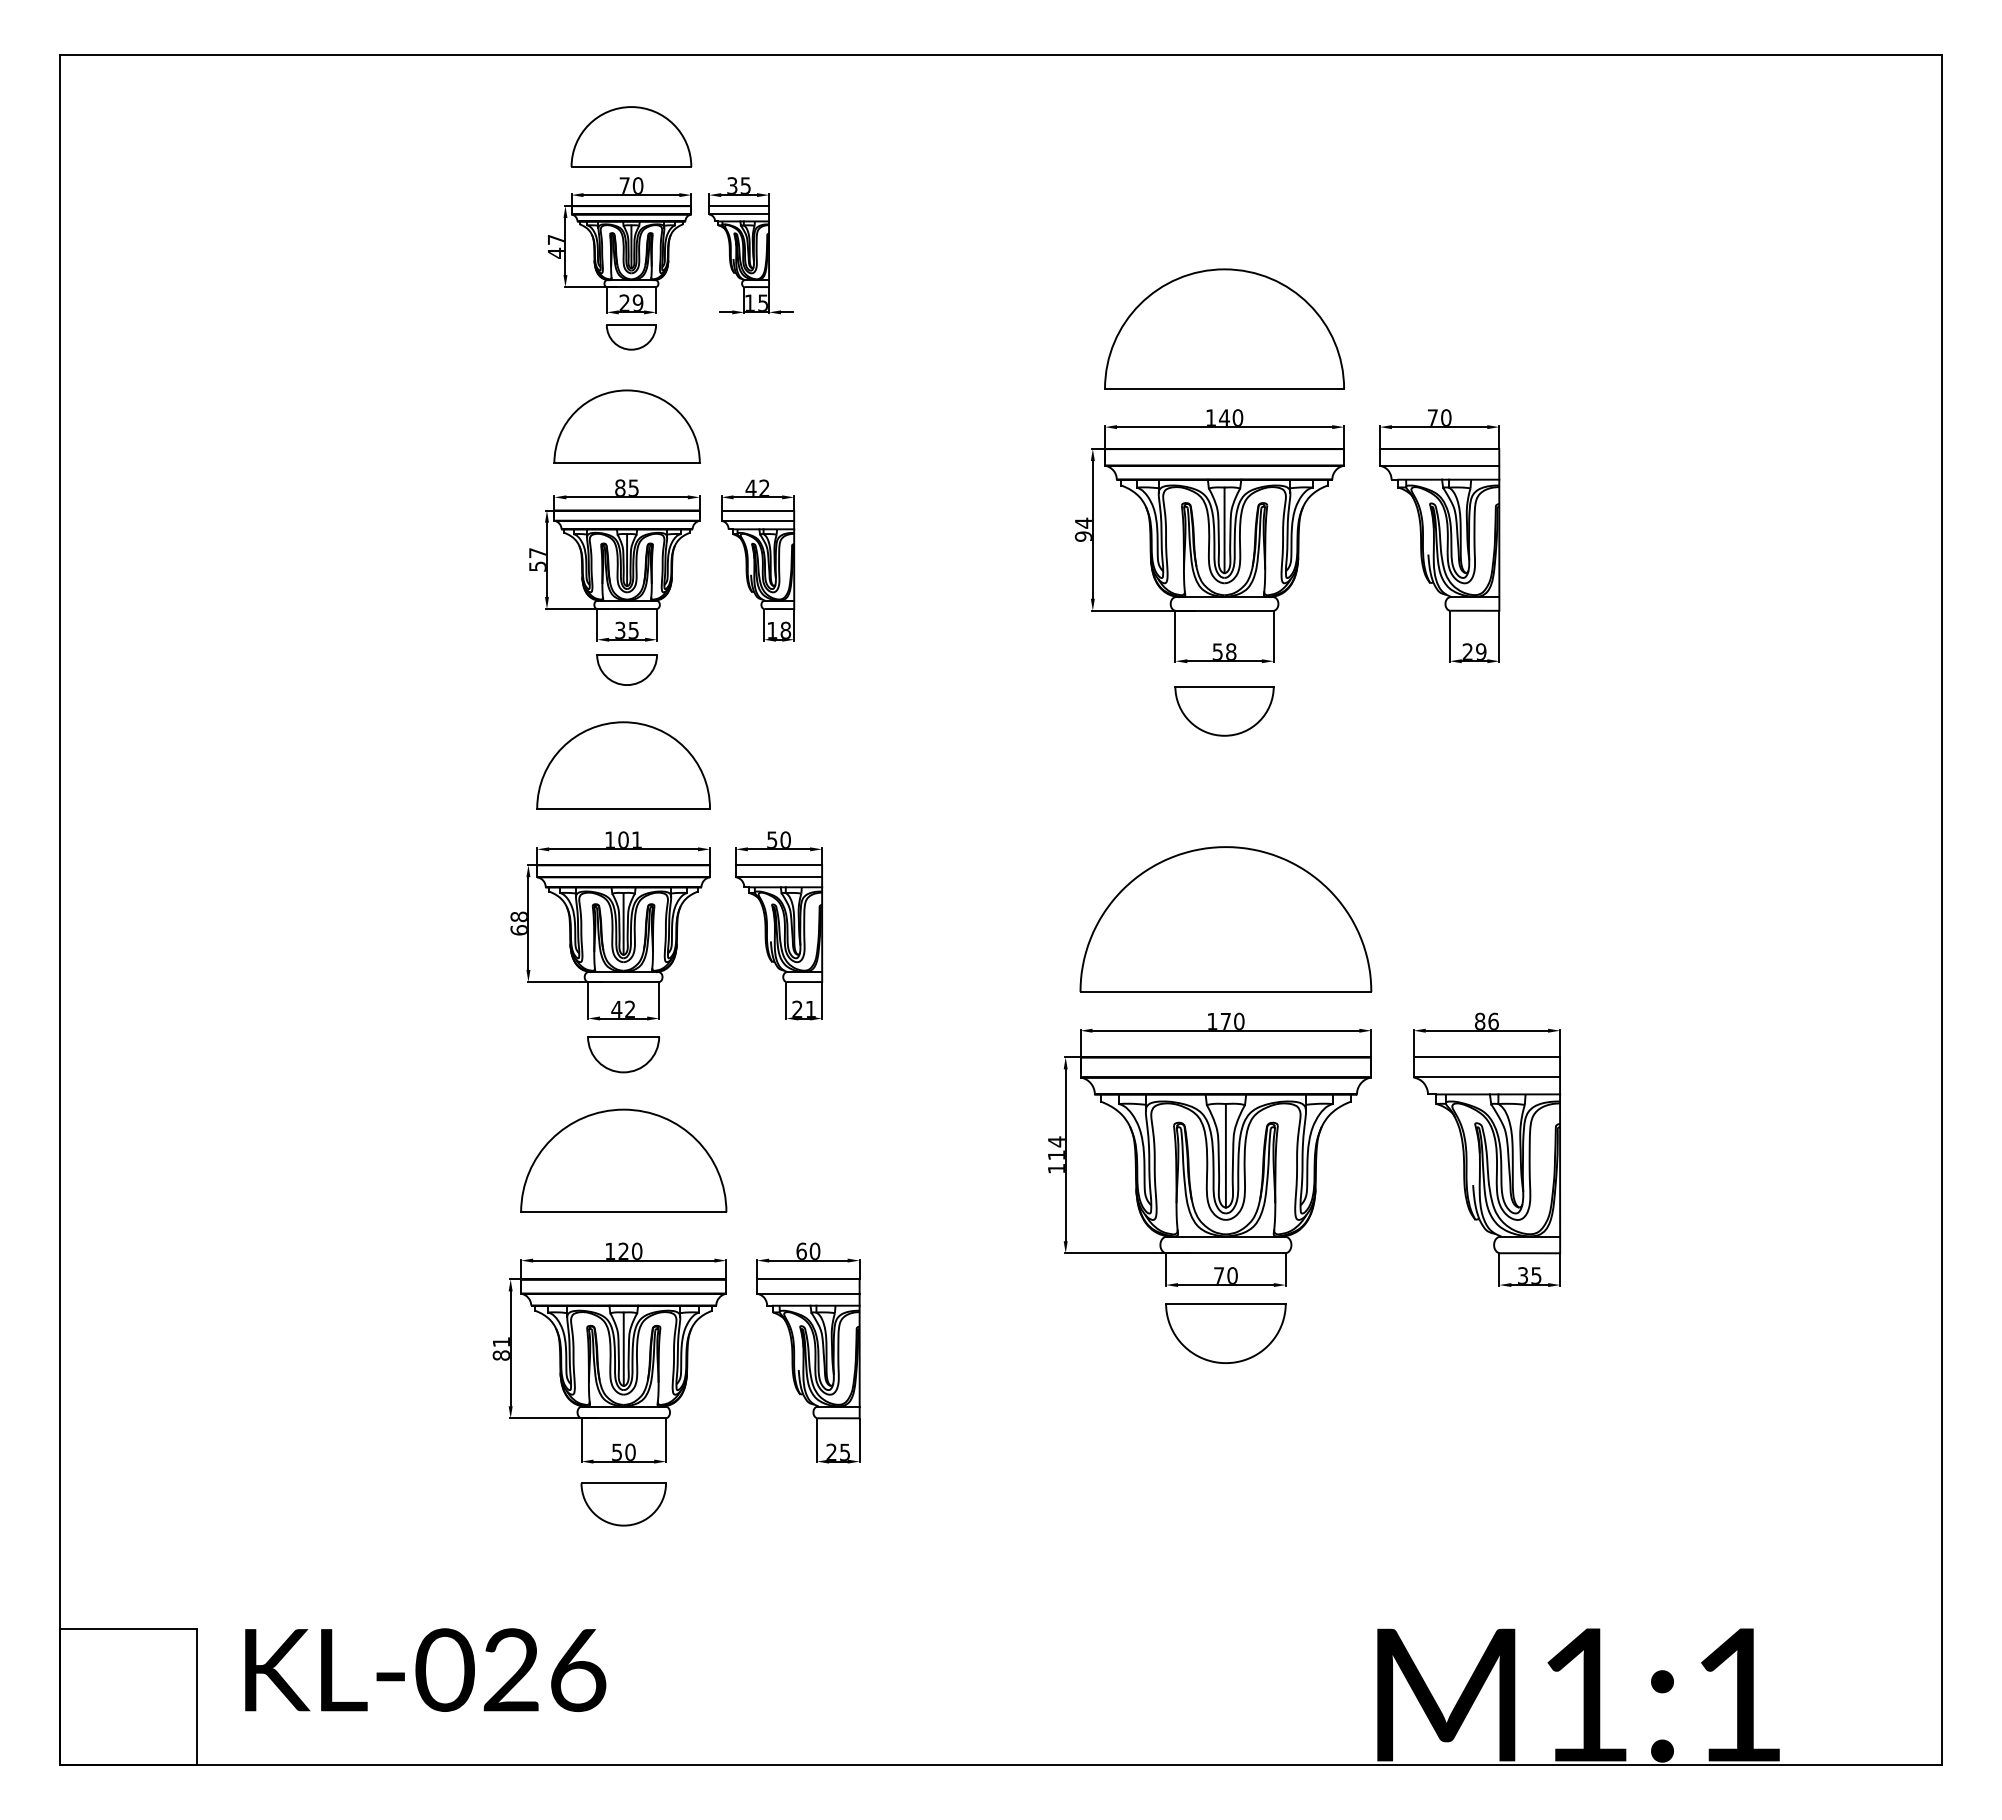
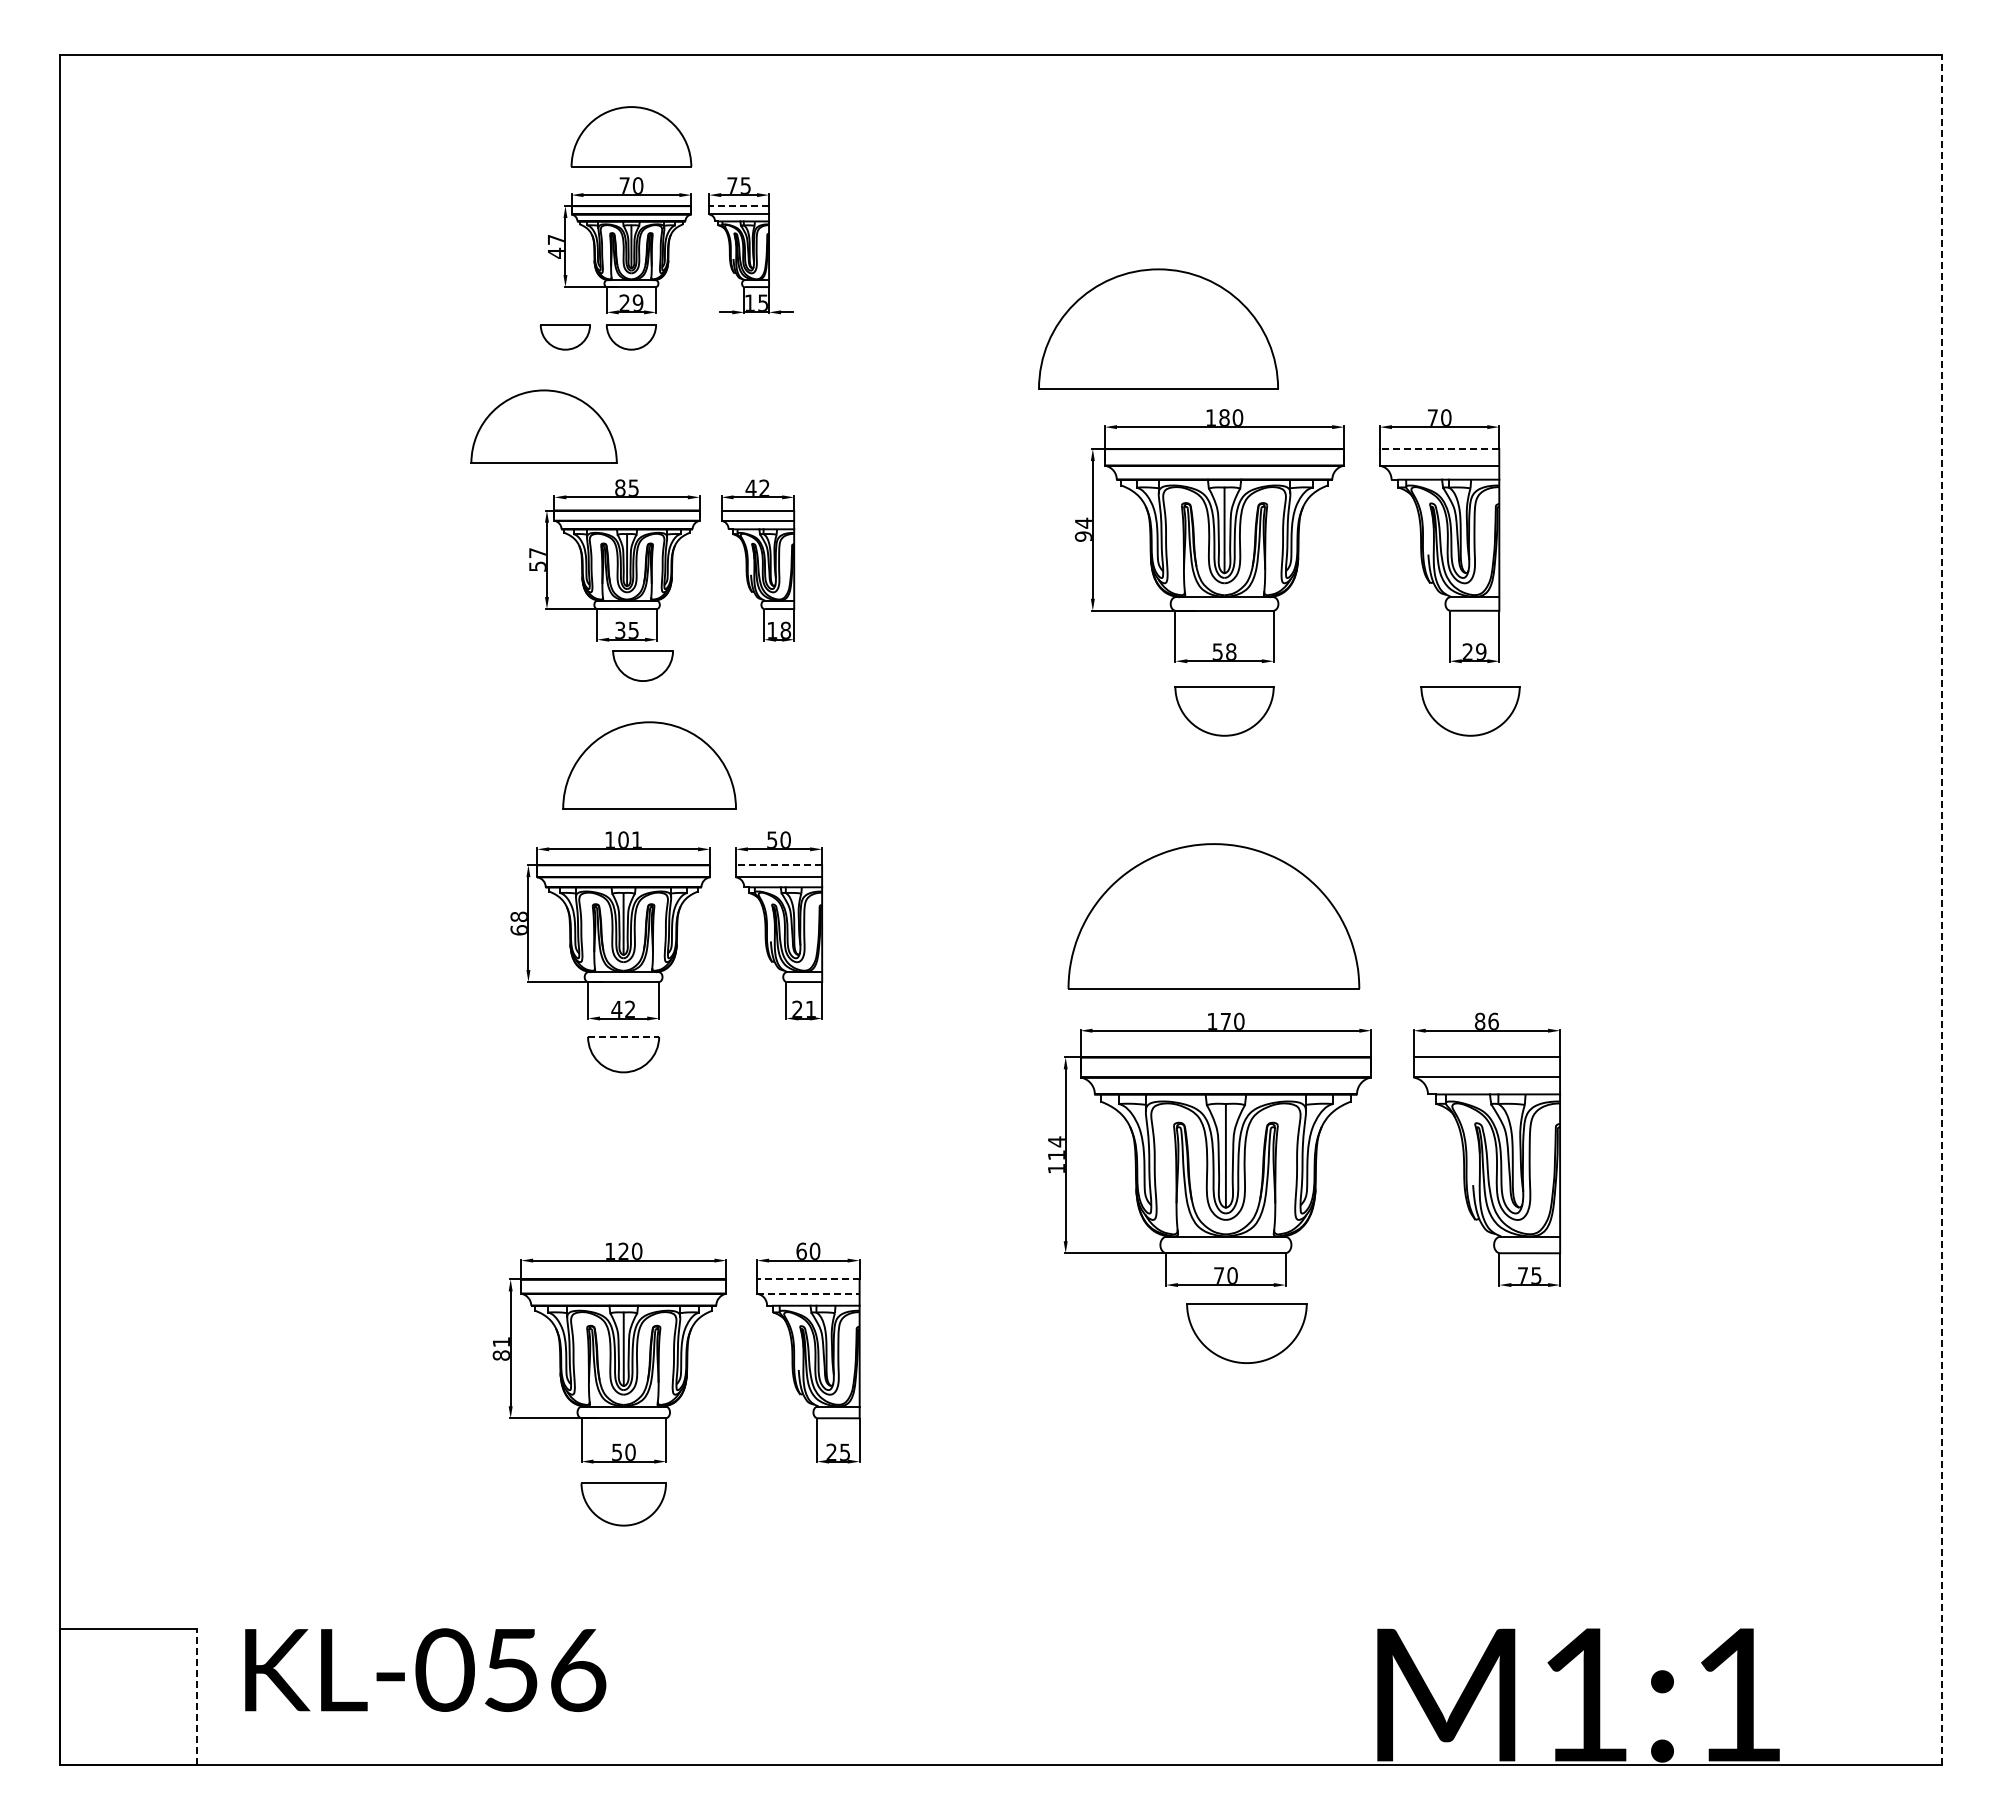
text at (732, 185): 35 -> 75
line at (739, 206): solid -> dashed
part at (1224, 328) position: (1224, 328) -> (1158, 328)
part at (564, 337): none -> present
text at (1224, 417): 140 -> 180
part at (626, 426) position: (626, 426) -> (543, 426)
line at (1439, 449): solid -> dashed
part at (626, 669) position: (626, 669) -> (642, 665)
part at (1470, 711): none -> present
part at (623, 765) position: (623, 765) -> (649, 765)
line at (778, 865): solid -> dashed
line at (1941, 909): solid -> dashed
part at (1225, 919) position: (1225, 919) -> (1213, 916)
line at (623, 1036): solid -> dashed
part at (623, 1160): present -> none
text at (1522, 1275): 35 -> 75
line at (807, 1279): solid -> dashed
line at (808, 1293): solid -> dashed
part at (1225, 1333) position: (1225, 1333) -> (1246, 1333)
text at (510, 1670): KL-026 -> KL-056
line at (196, 1696): solid -> dashed
